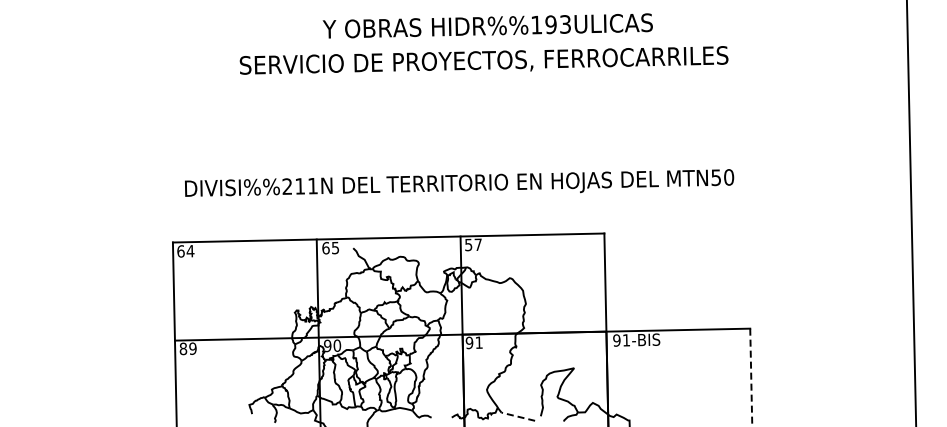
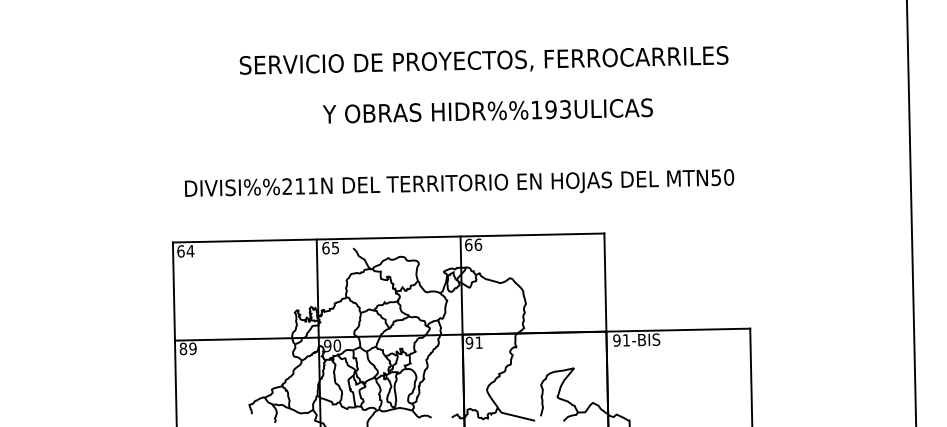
text at (487, 25) position: (487, 25) -> (487, 110)
text at (473, 244): 57 -> 66
line at (751, 377): dashed -> solid
line at (514, 415): dashed -> solid
